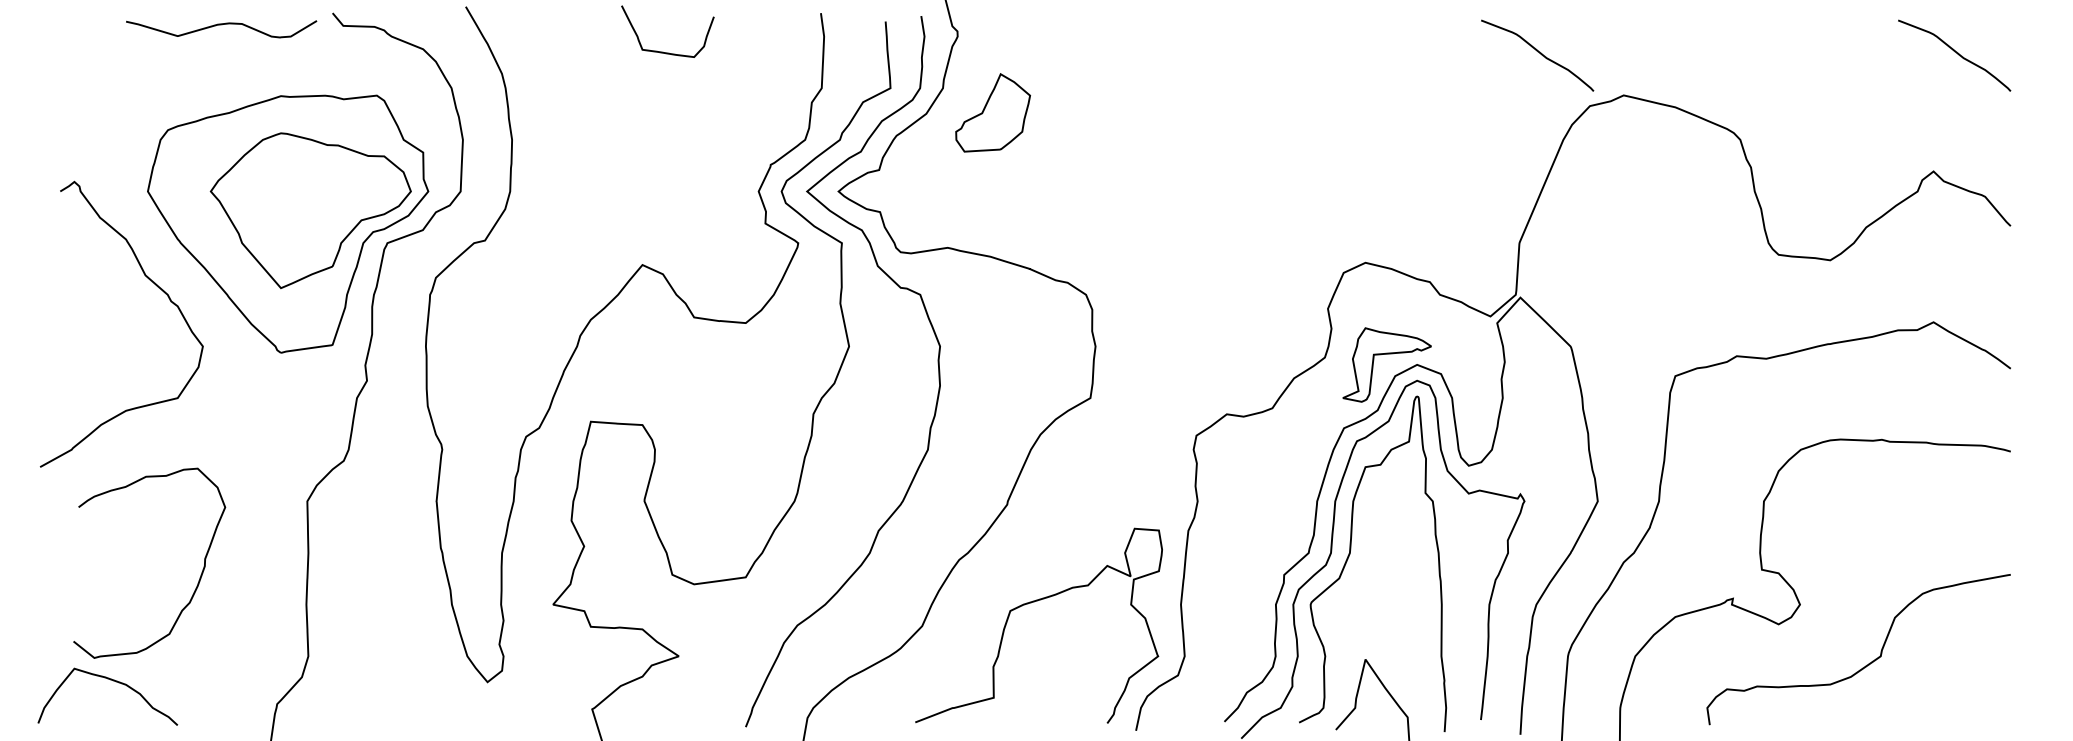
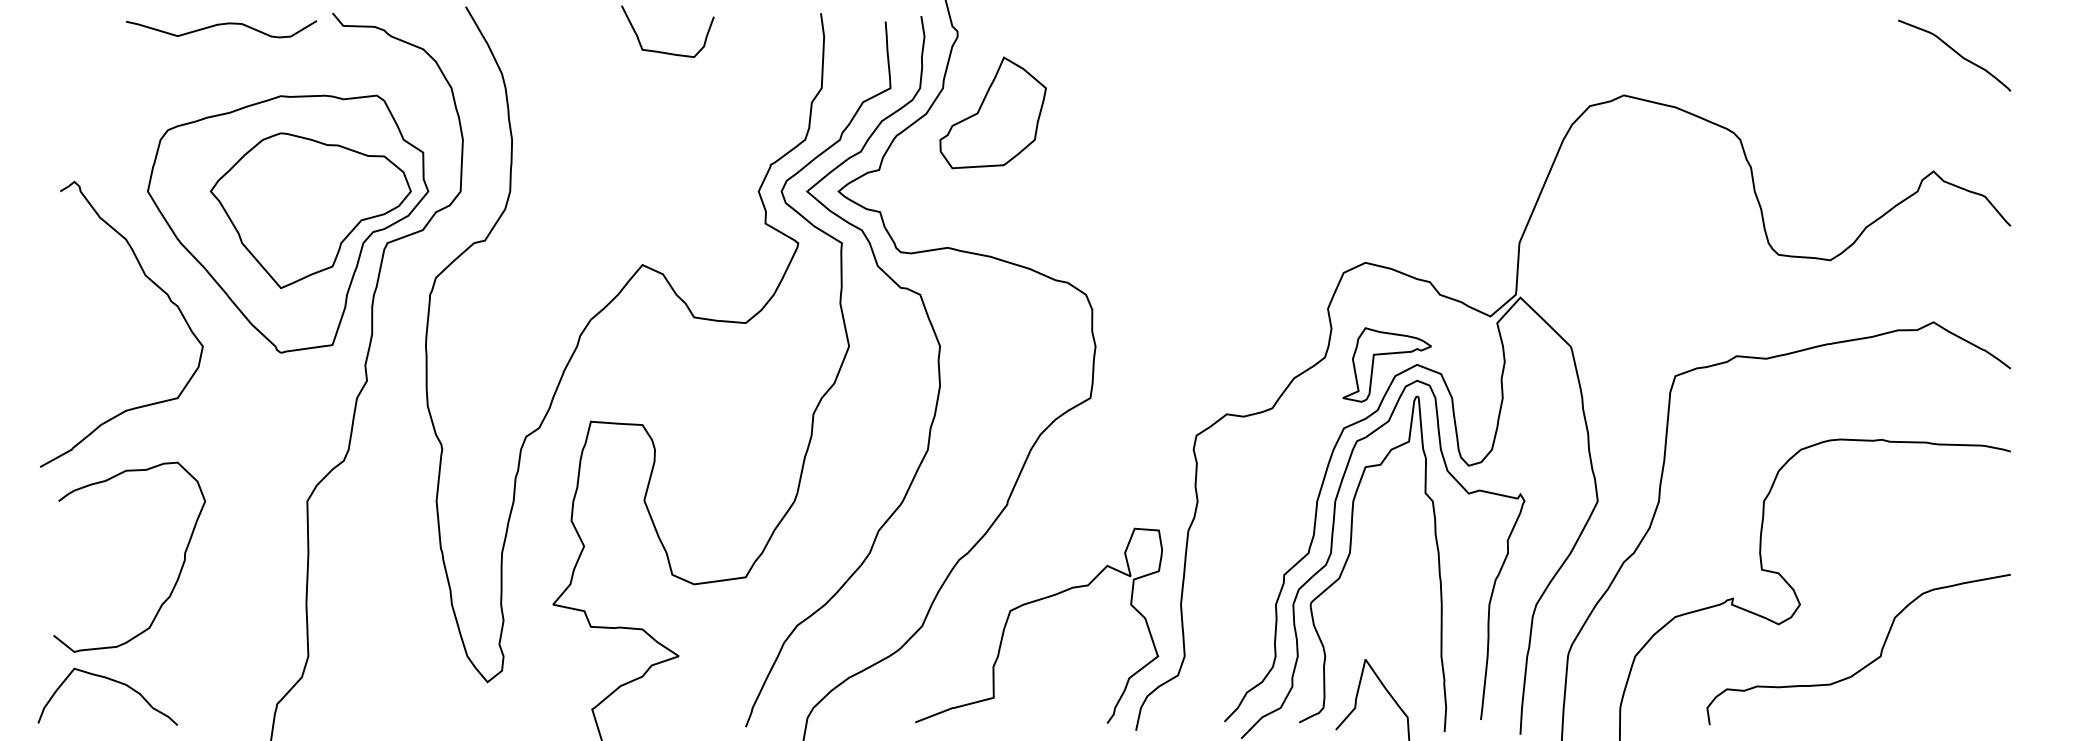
curve at (1539, 53): present -> none
part at (992, 112) size: 76x80 px -> 108x114 px
curve at (199, 577) position: (199, 577) -> (179, 571)
